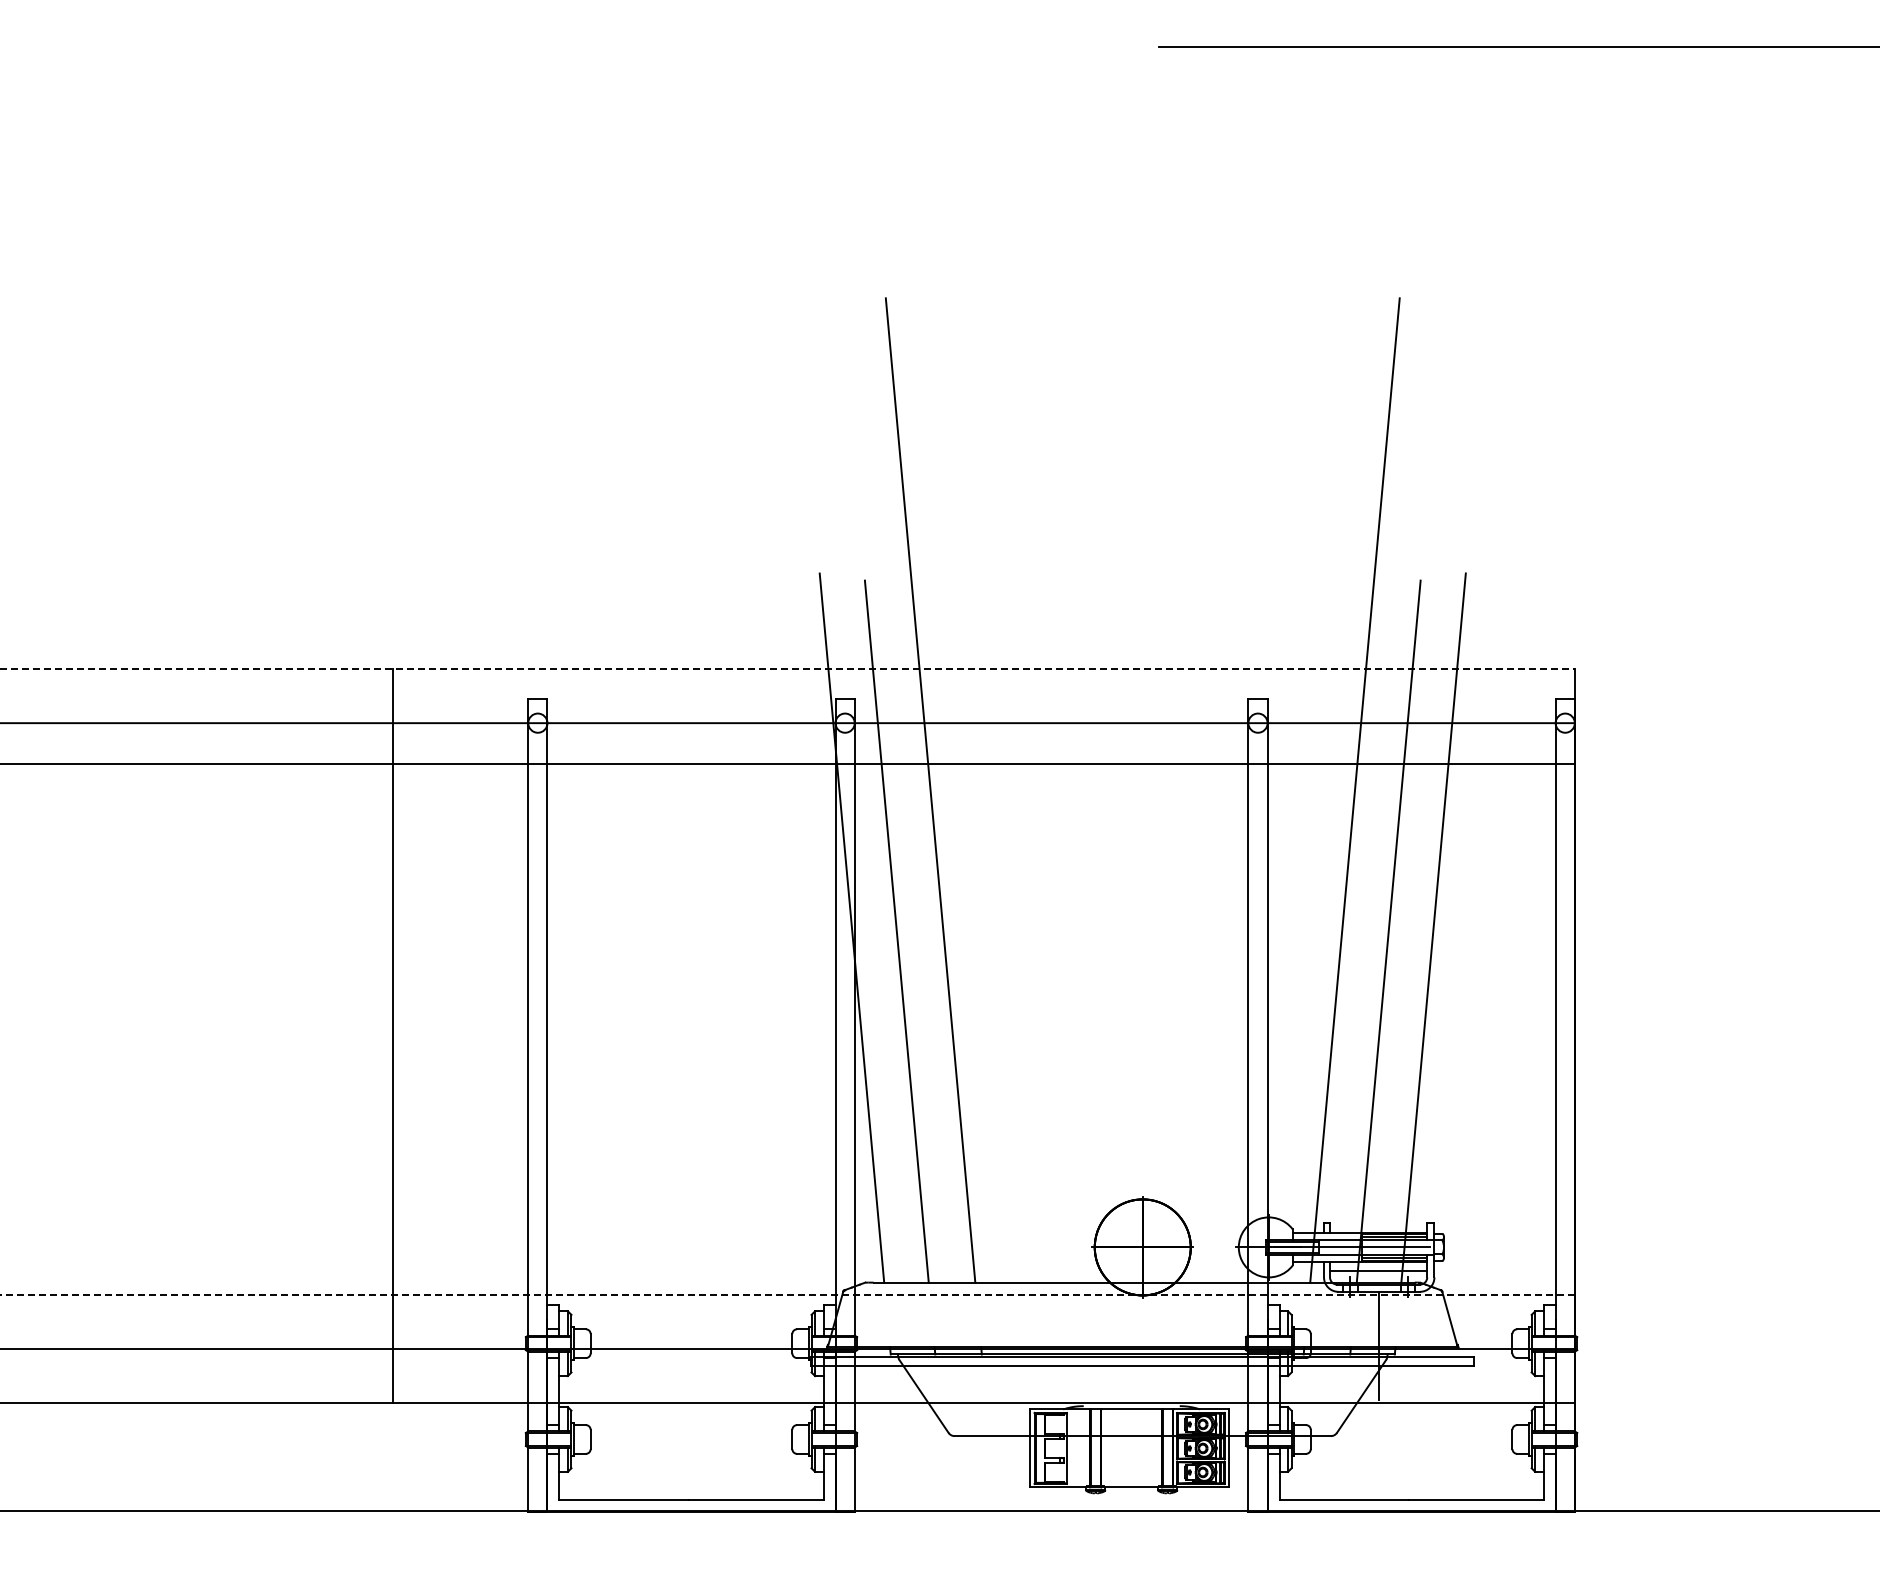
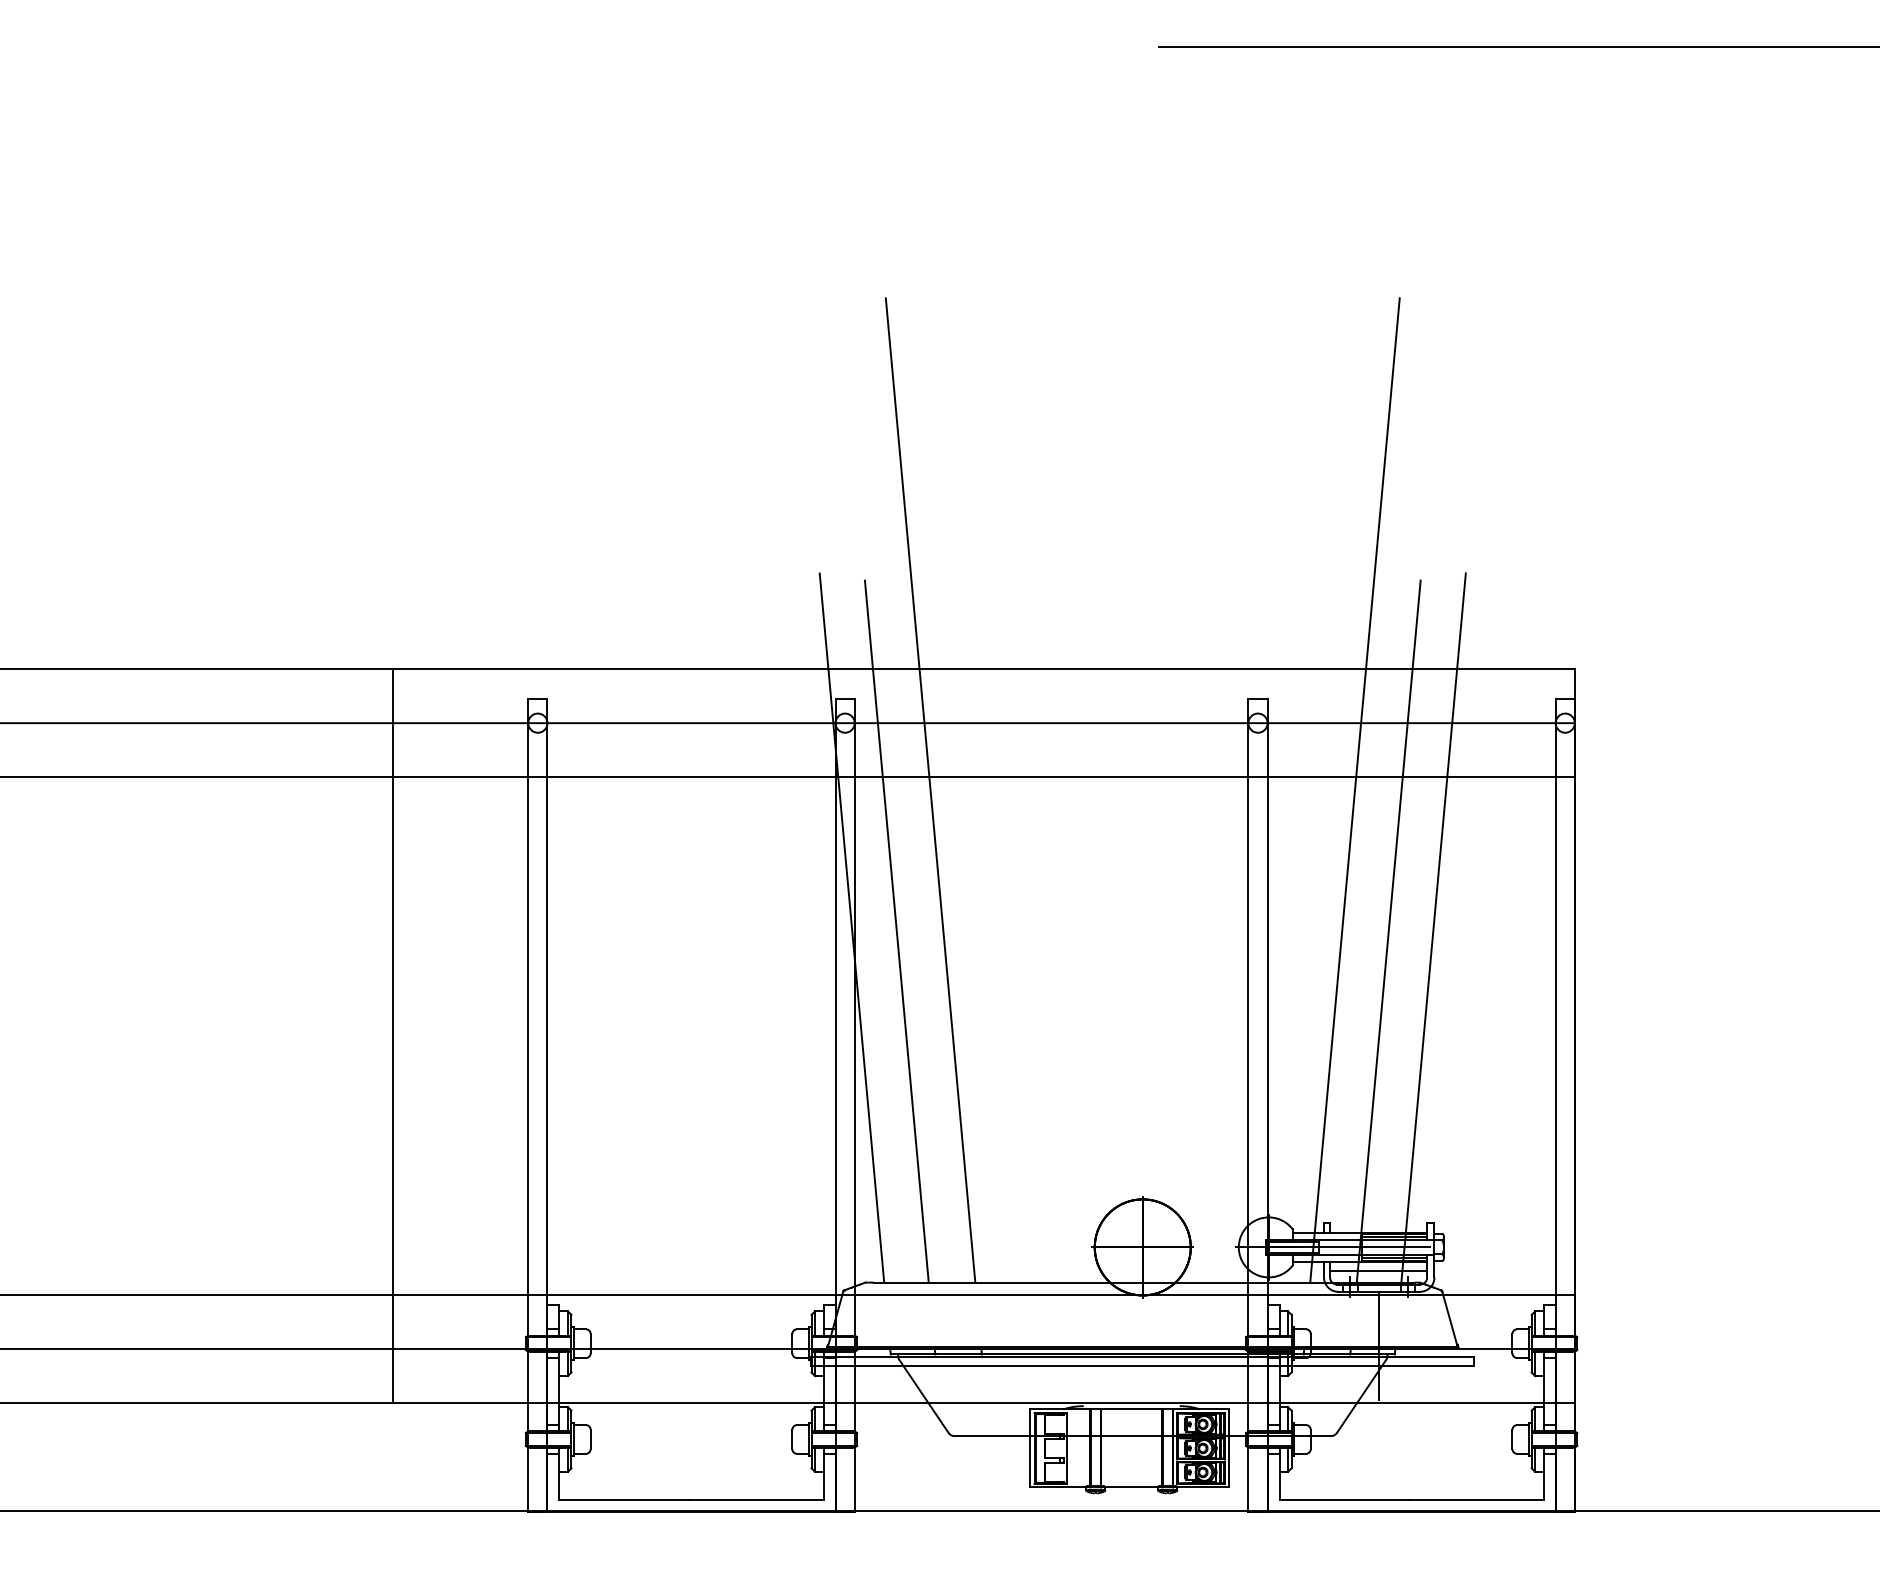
line at (788, 669): dashed -> solid
line at (788, 764) position: (788, 764) -> (788, 777)
line at (787, 1295): dashed -> solid
